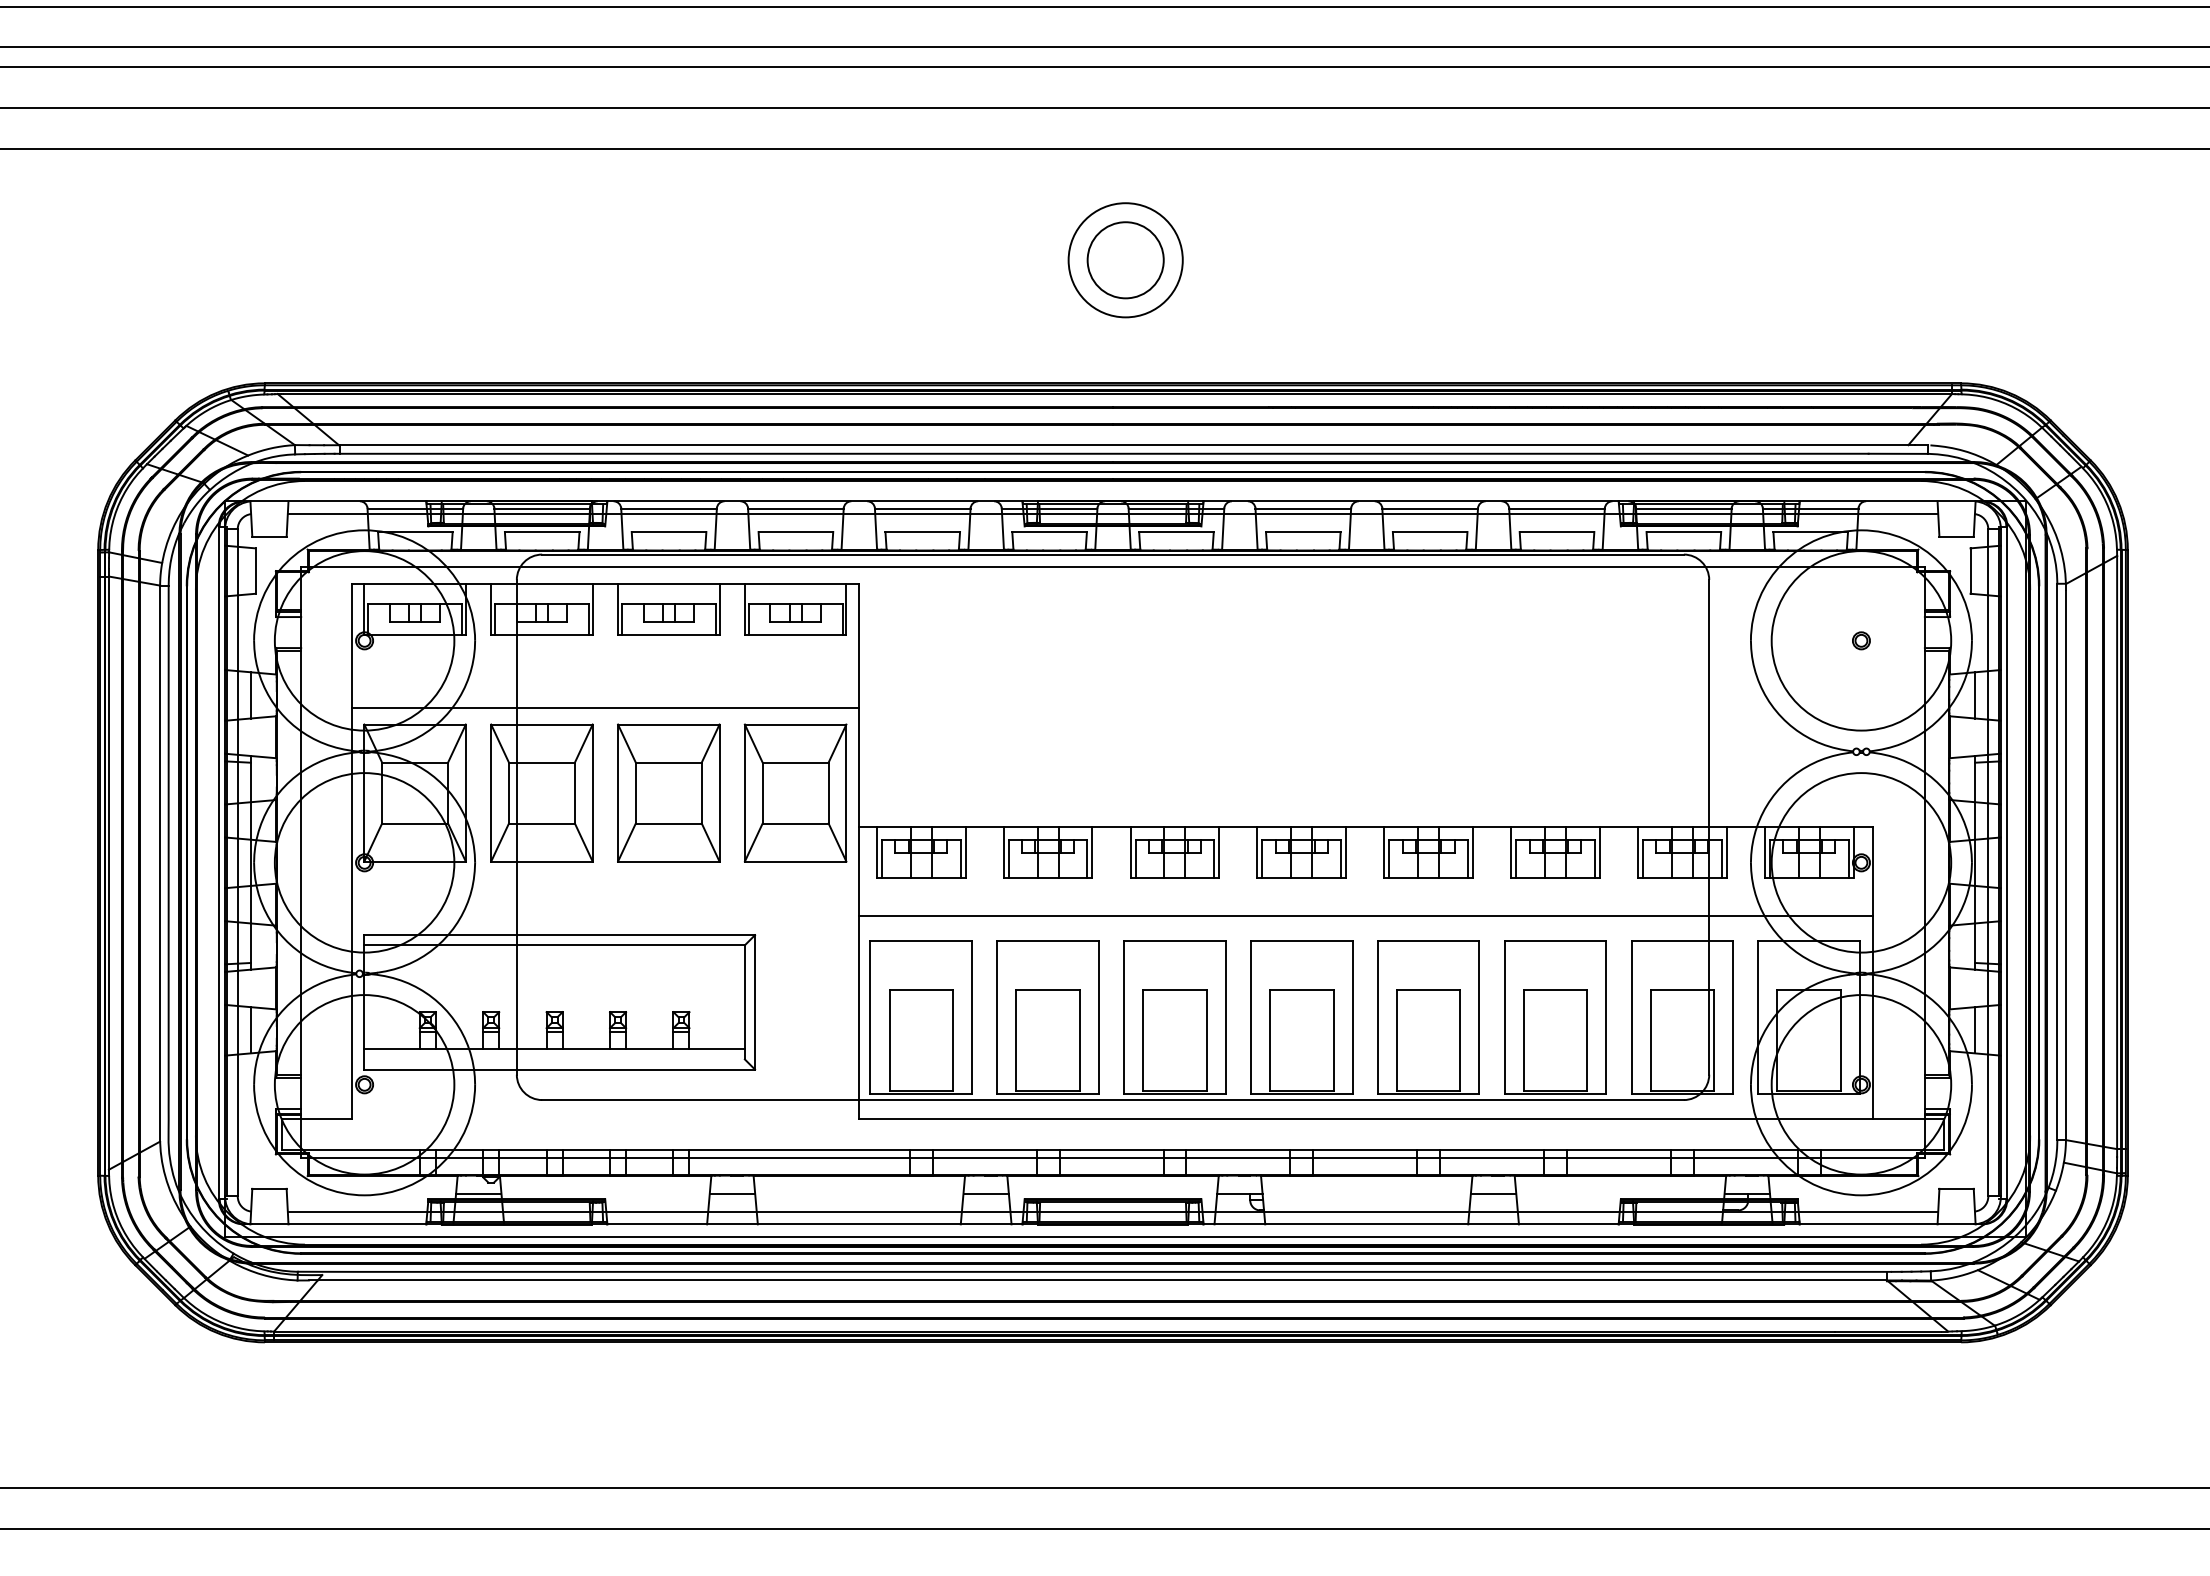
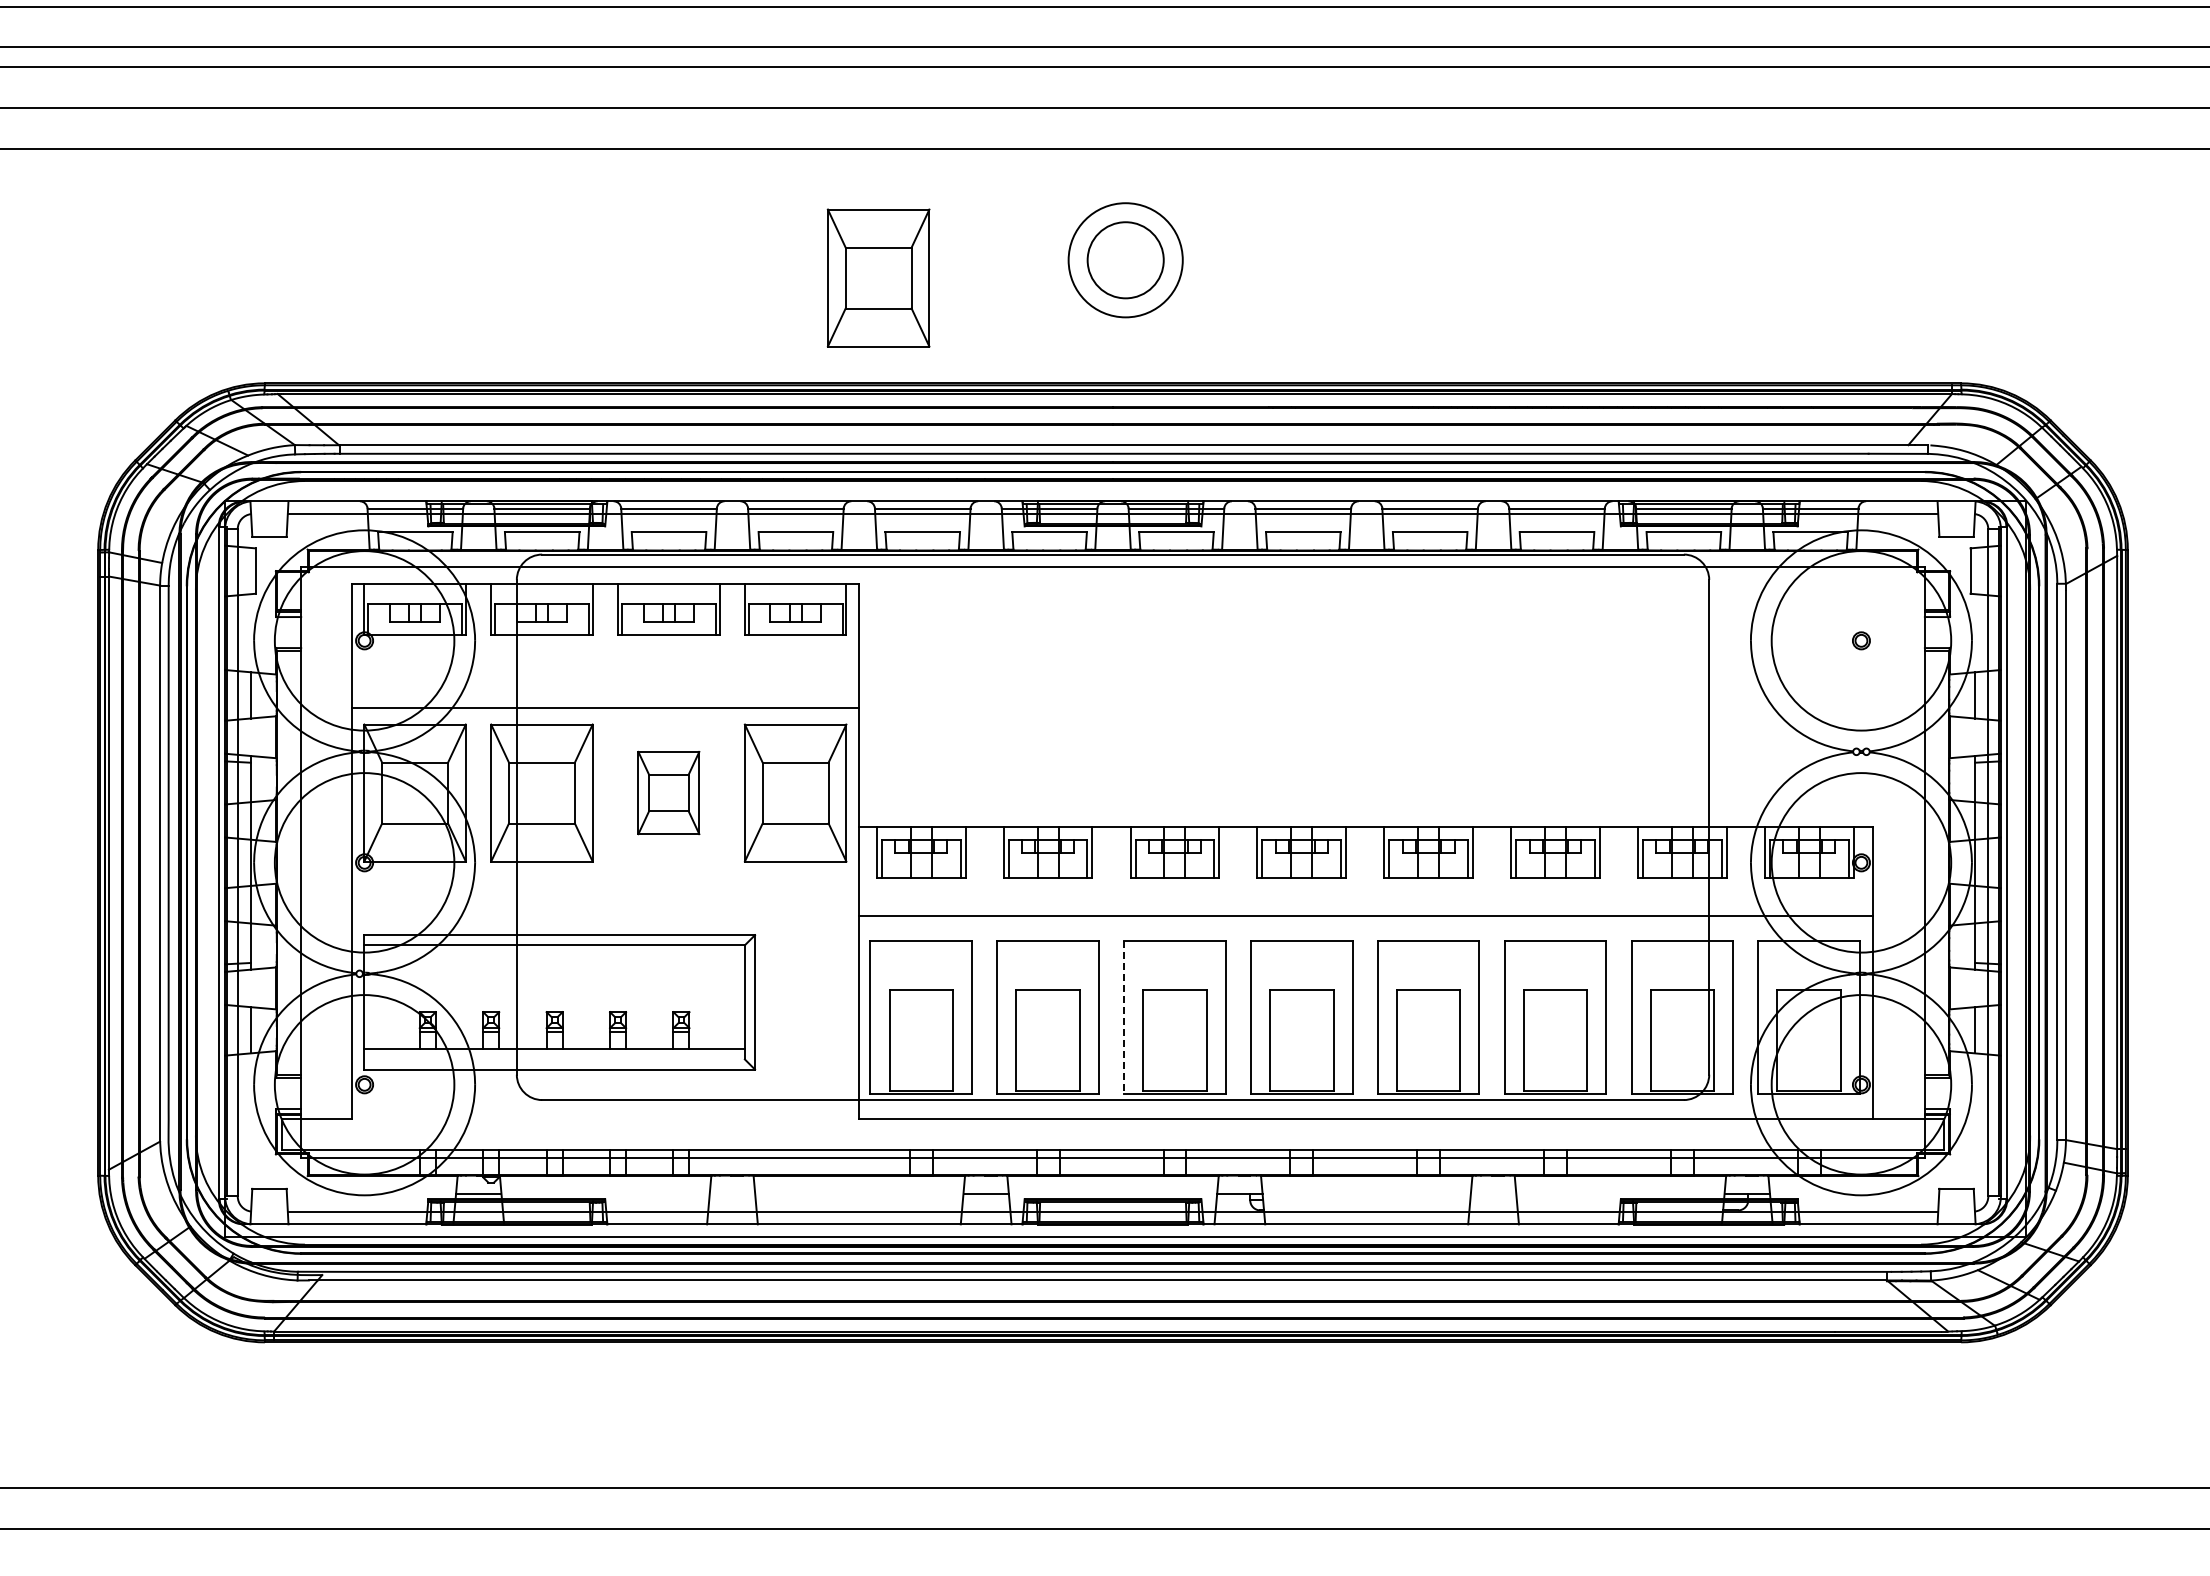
part at (878, 277): none -> present
part at (668, 792) size: 104x140 px -> 64x86 px
line at (1124, 1018): solid -> dashed
line at (732, 1193): present -> none
line at (1493, 1193): present -> none
